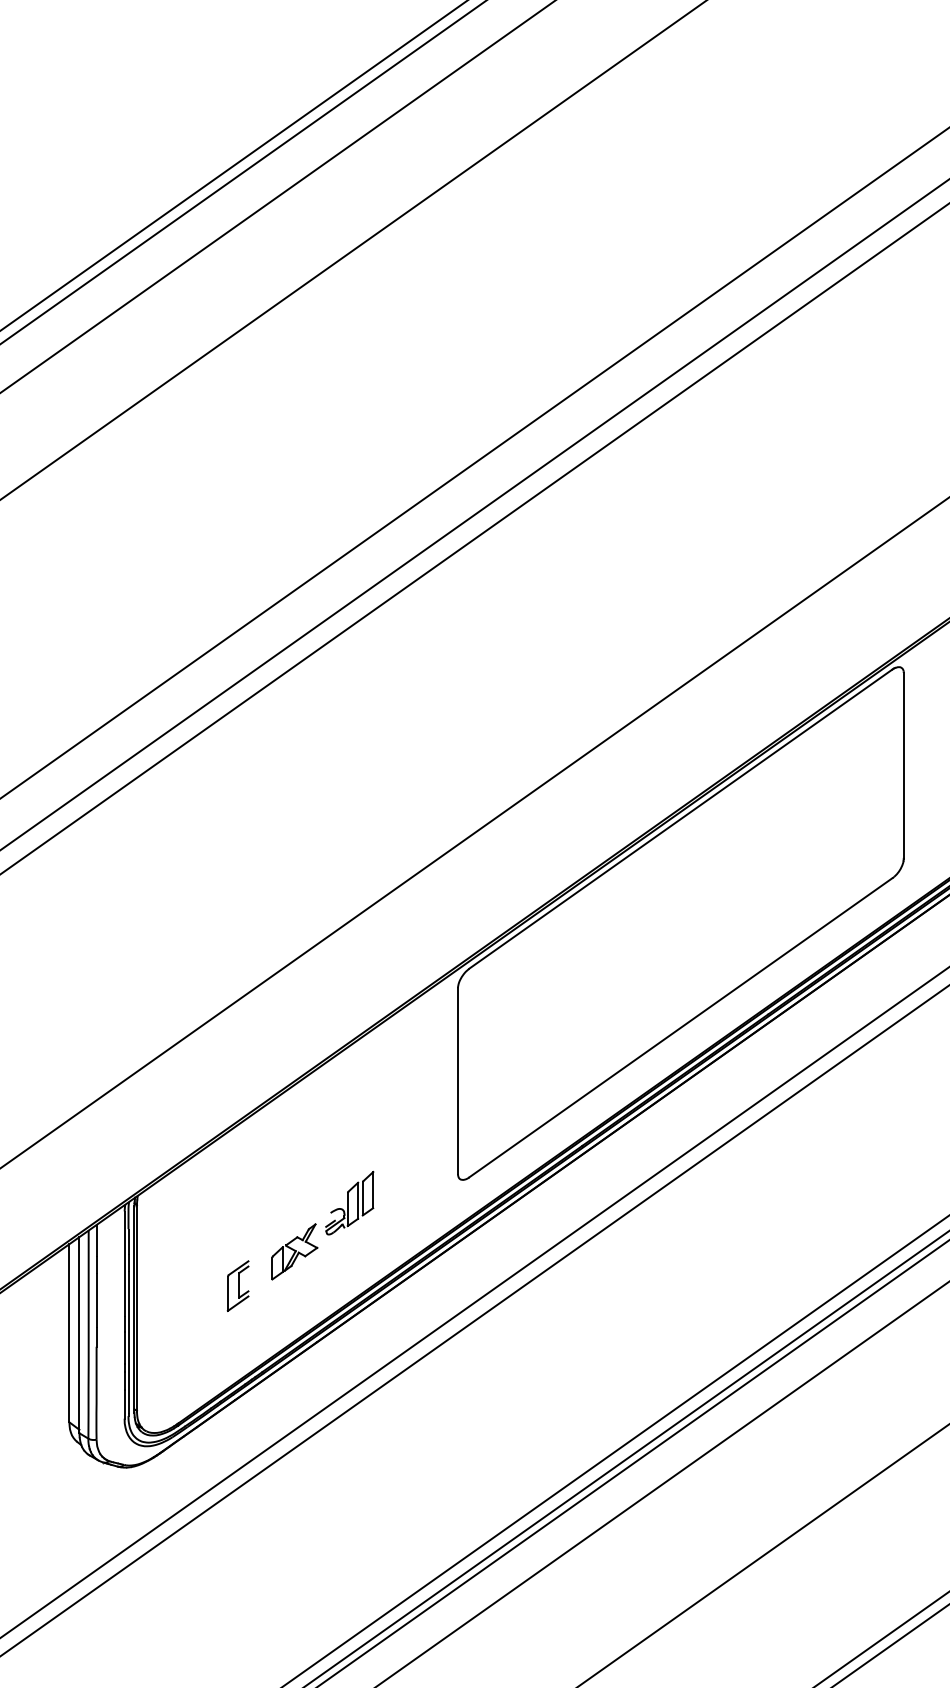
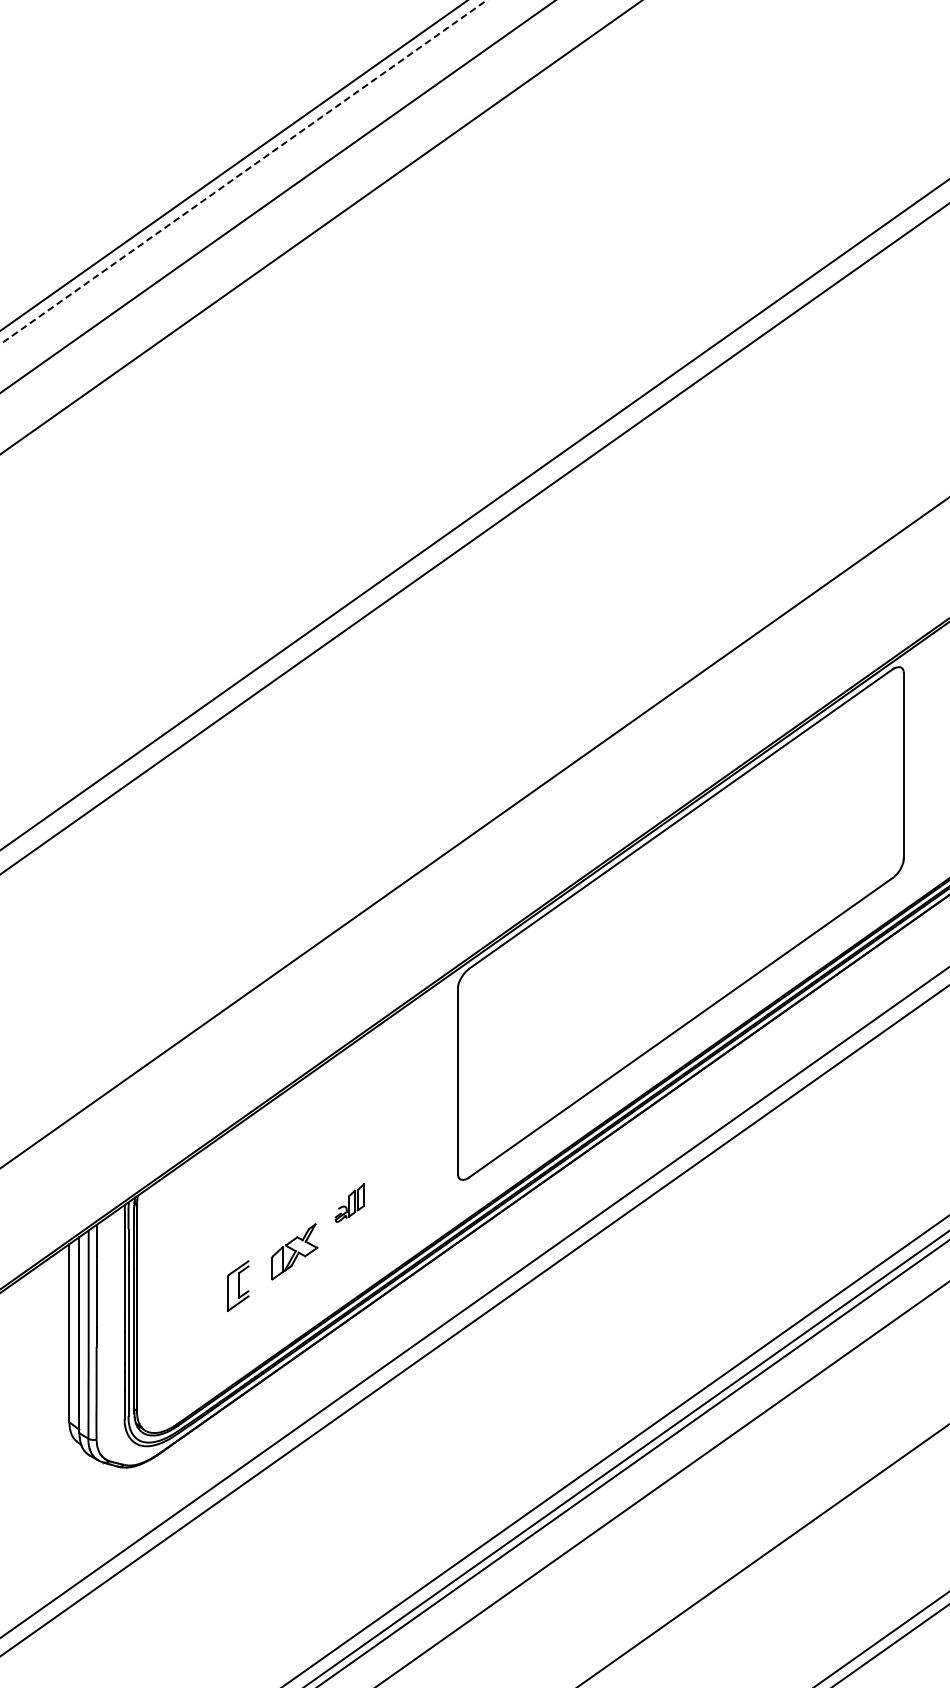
line at (243, 172): solid -> dashed
line at (353, 250) position: (353, 250) -> (320, 227)
line at (474, 463): present -> none
part at (349, 1202) size: 50x66 px -> 31x40 px
